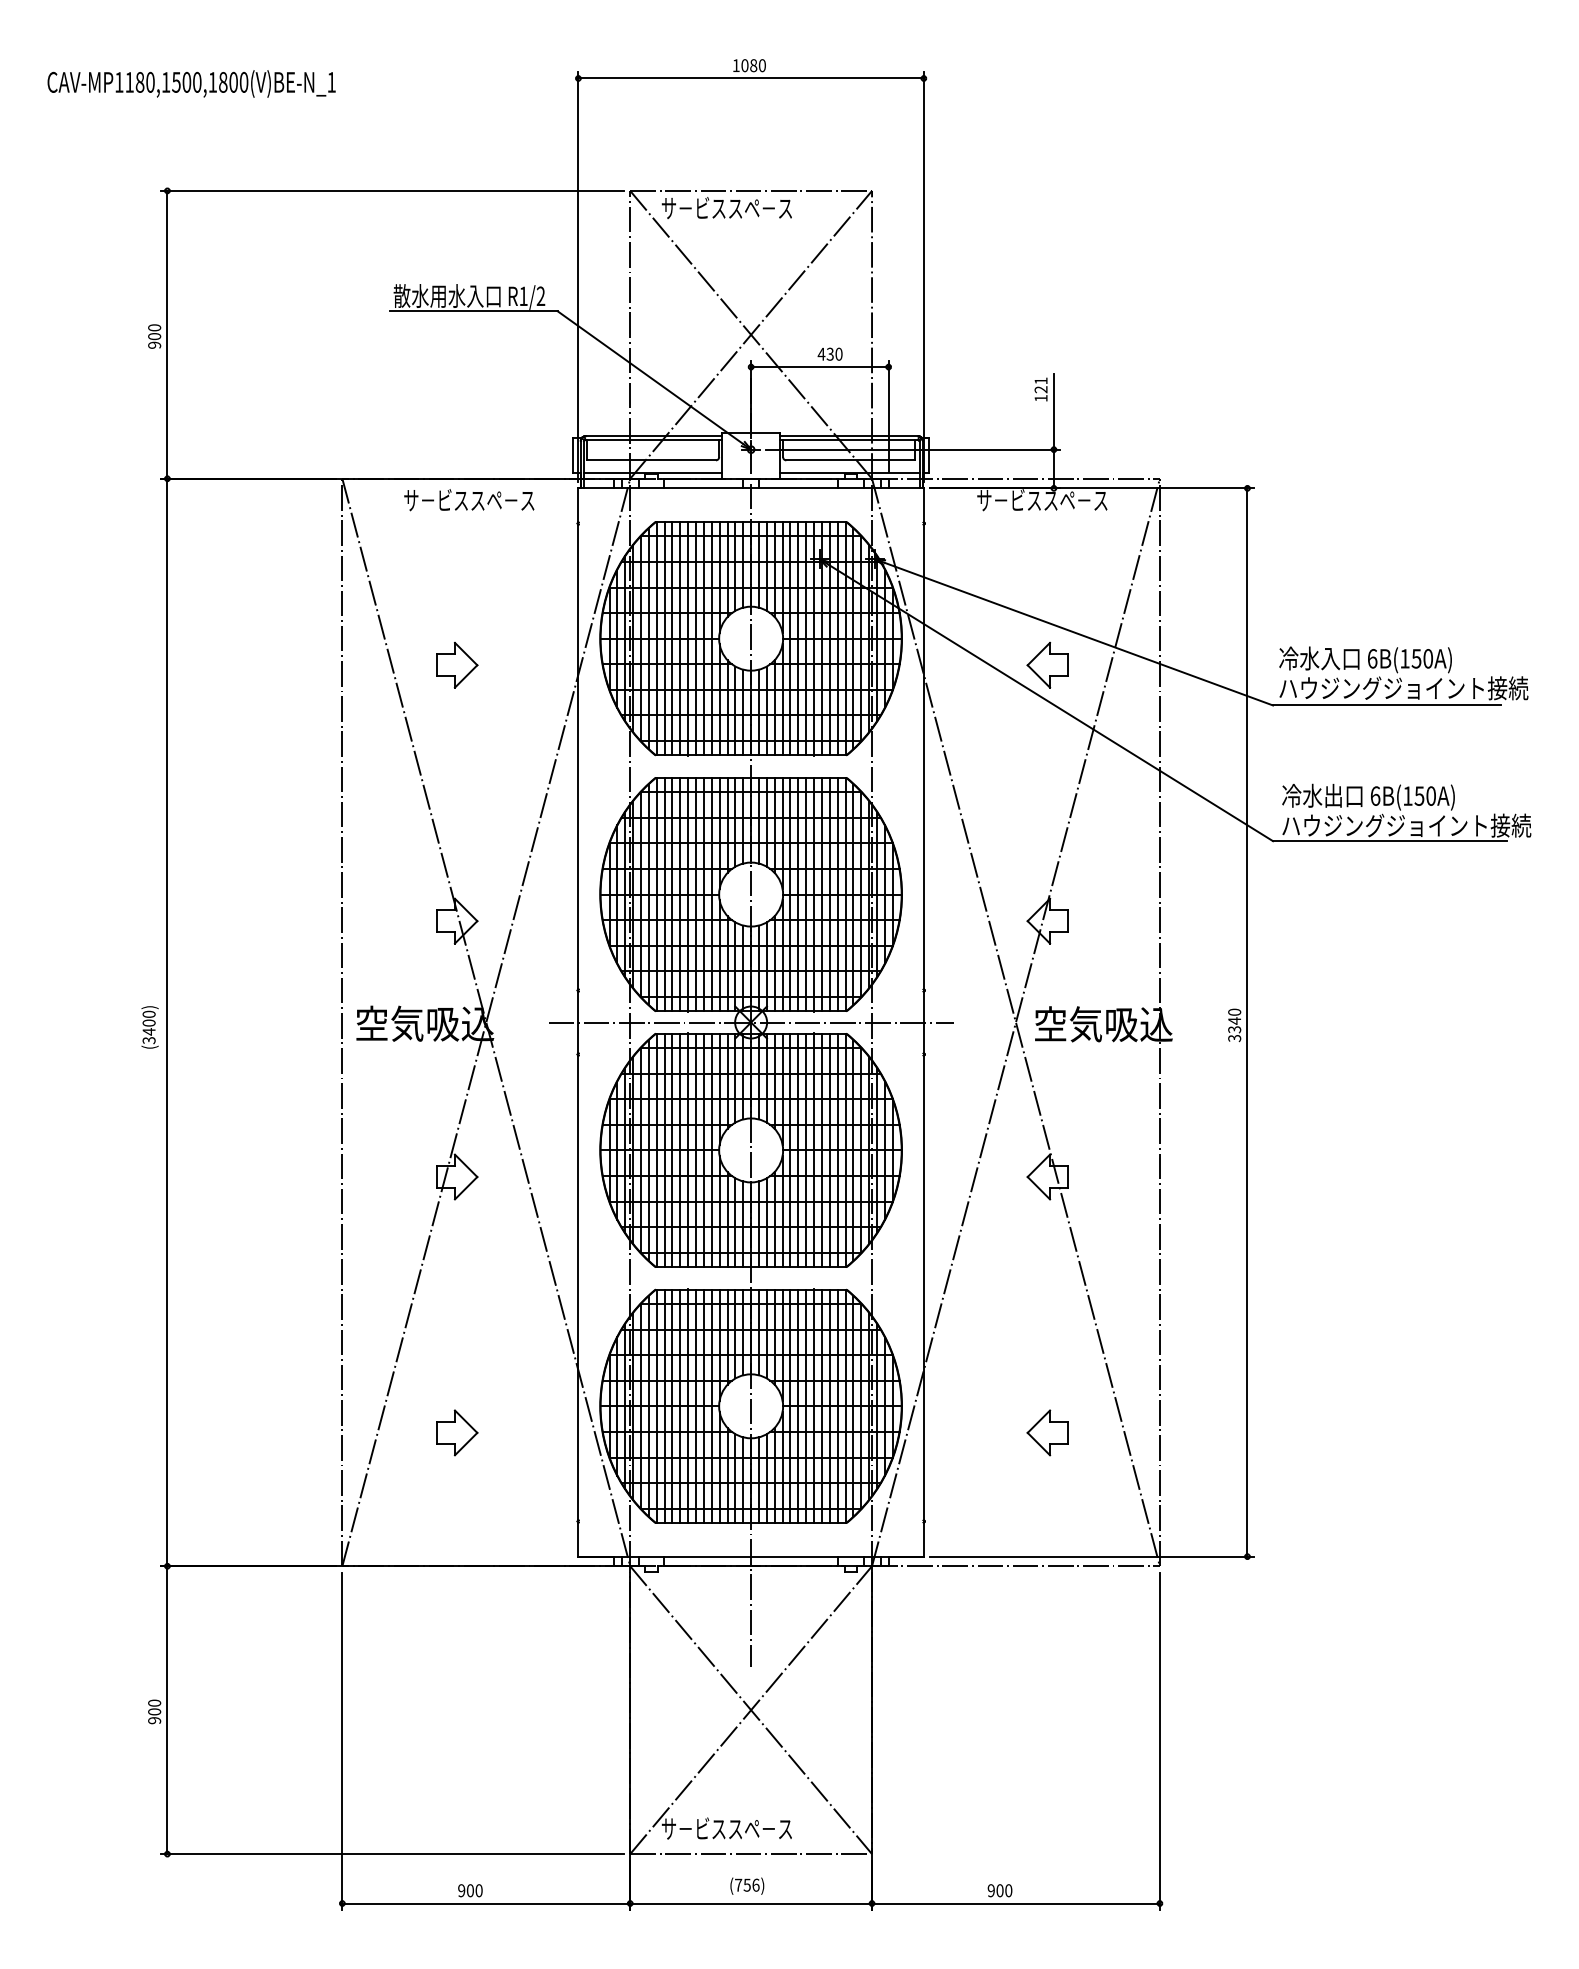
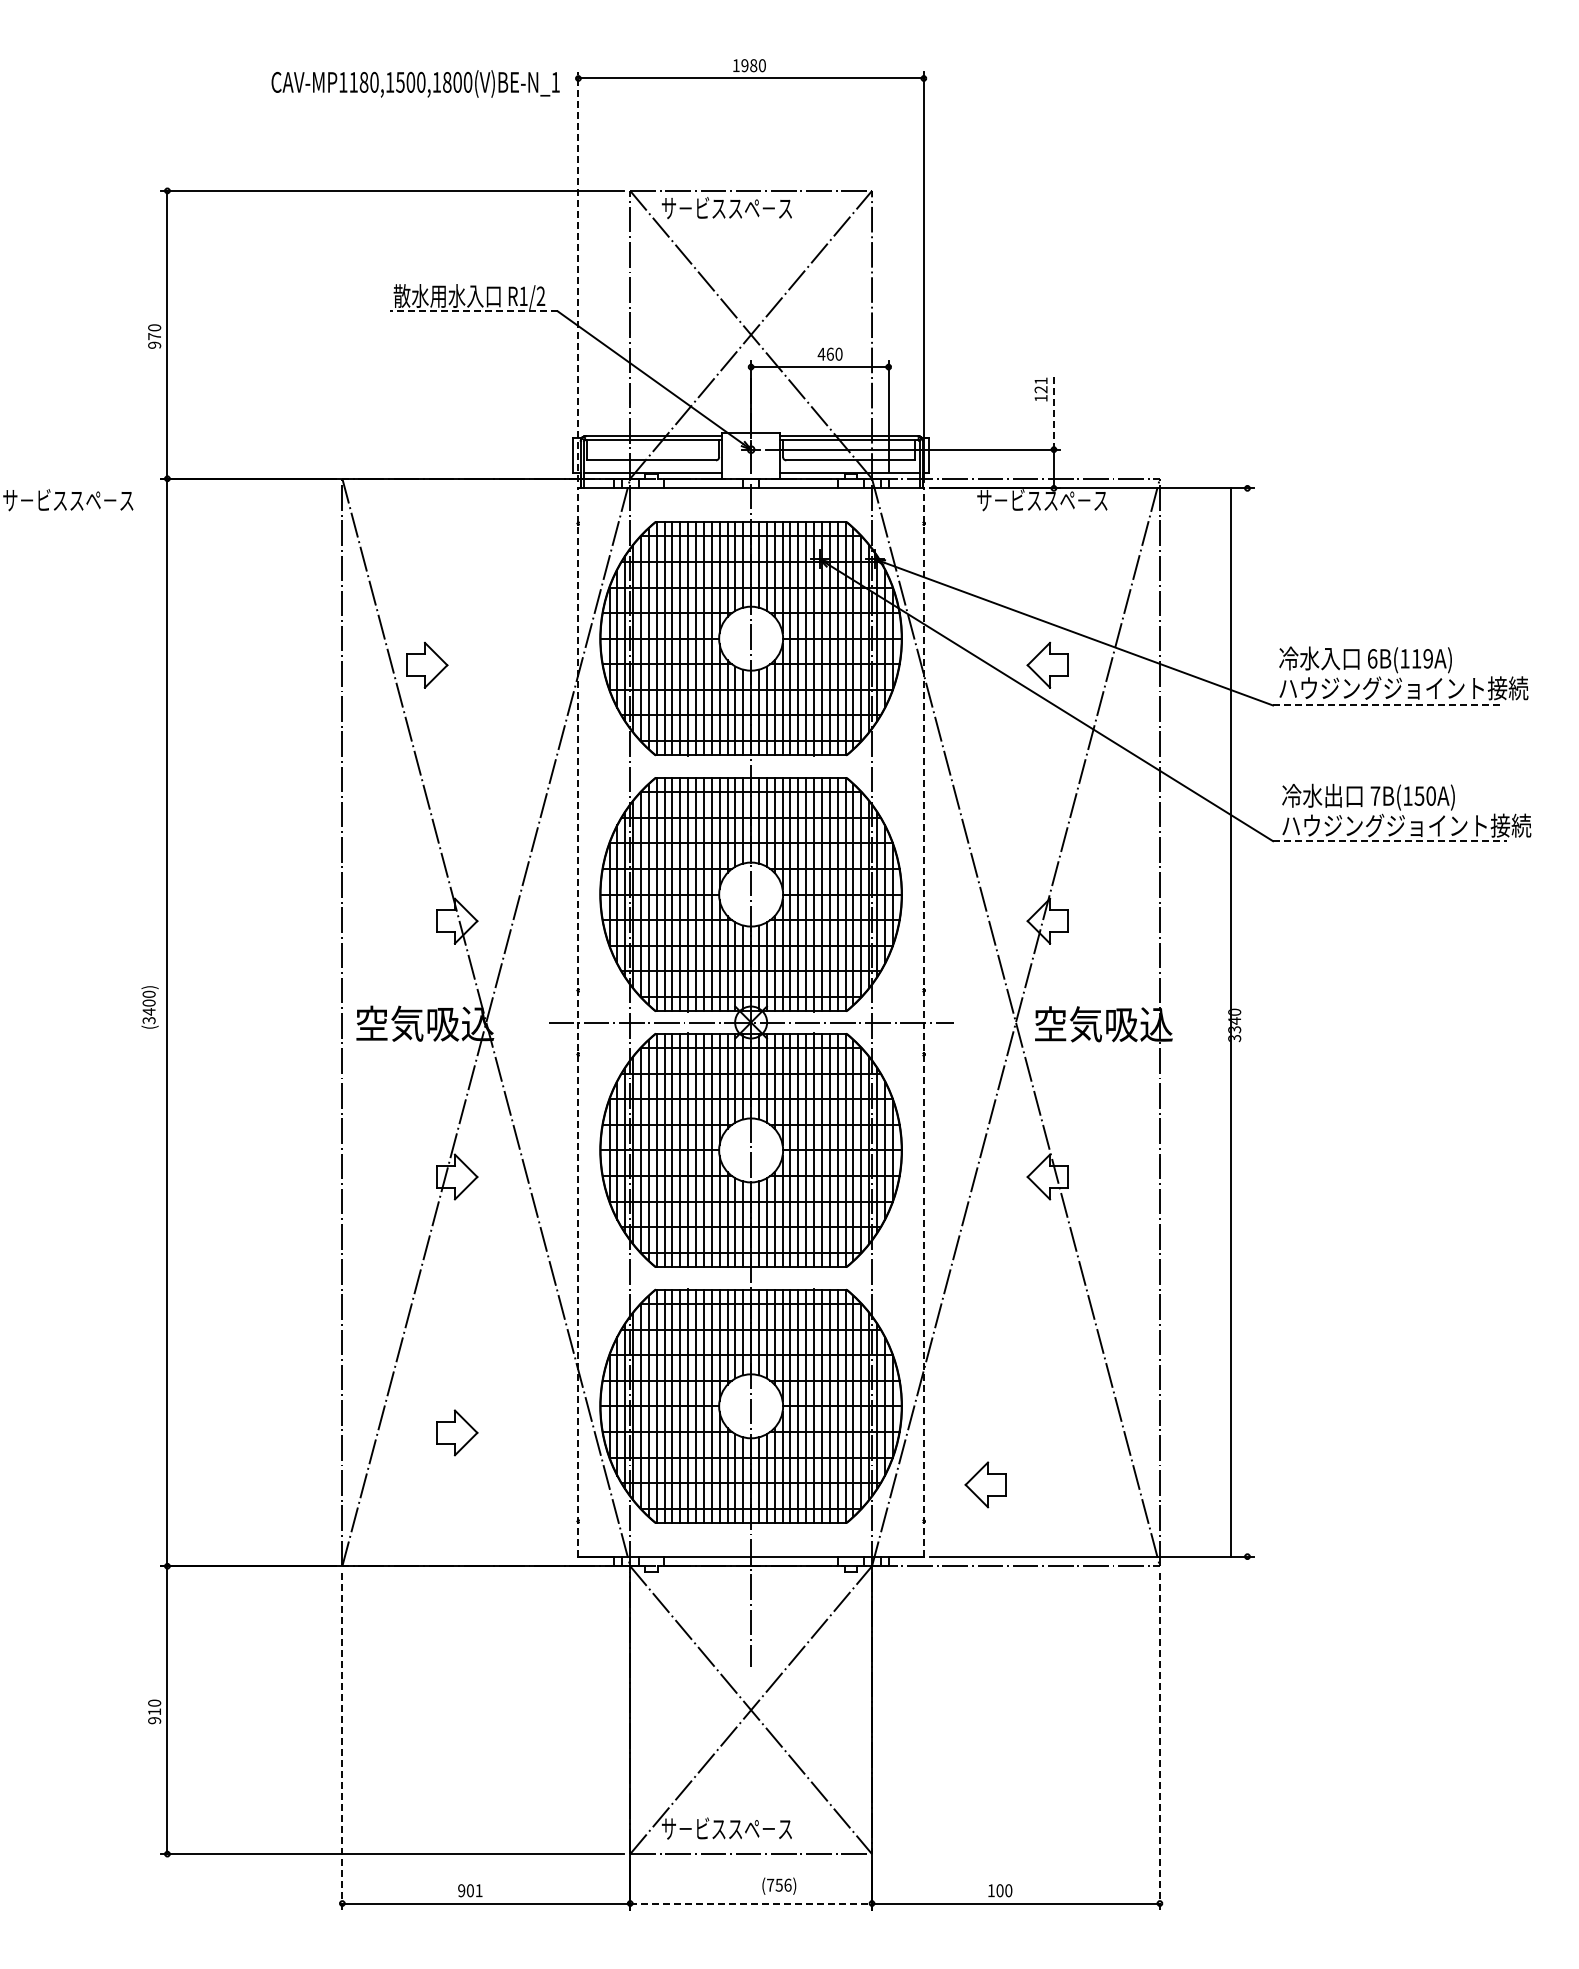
text at (744, 65): 1080 -> 1980
text at (191, 83) position: (191, 83) -> (415, 83)
line at (578, 277): solid -> dashed
line at (474, 311): solid -> dashed
text at (154, 336): 900 -> 970
text at (829, 353): 430 -> 460
line at (1053, 411): solid -> dashed
text at (469, 500) position: (469, 500) -> (68, 500)
text at (1421, 658): 6B(150A) -> 6B(119A)
part at (457, 665) position: (457, 665) -> (427, 665)
line at (1387, 705): solid -> dashed
text at (1375, 795): 6B(150A) -> 7B(150A)
line at (1389, 841): solid -> dashed
line at (578, 1022): solid -> dashed
line at (923, 1022): solid -> dashed
line at (1247, 1022) position: (1247, 1022) -> (1231, 1022)
text at (149, 1027) position: (149, 1027) -> (149, 1007)
part at (1047, 1432) position: (1047, 1432) -> (985, 1484)
text at (154, 1711): 900 -> 910
line at (342, 1741): solid -> dashed
line at (1159, 1741): solid -> dashed
text at (747, 1885) position: (747, 1885) -> (779, 1885)
text at (478, 1890): 900 -> 901
text at (990, 1890): 900 -> 100
line at (751, 1903): solid -> dashed
